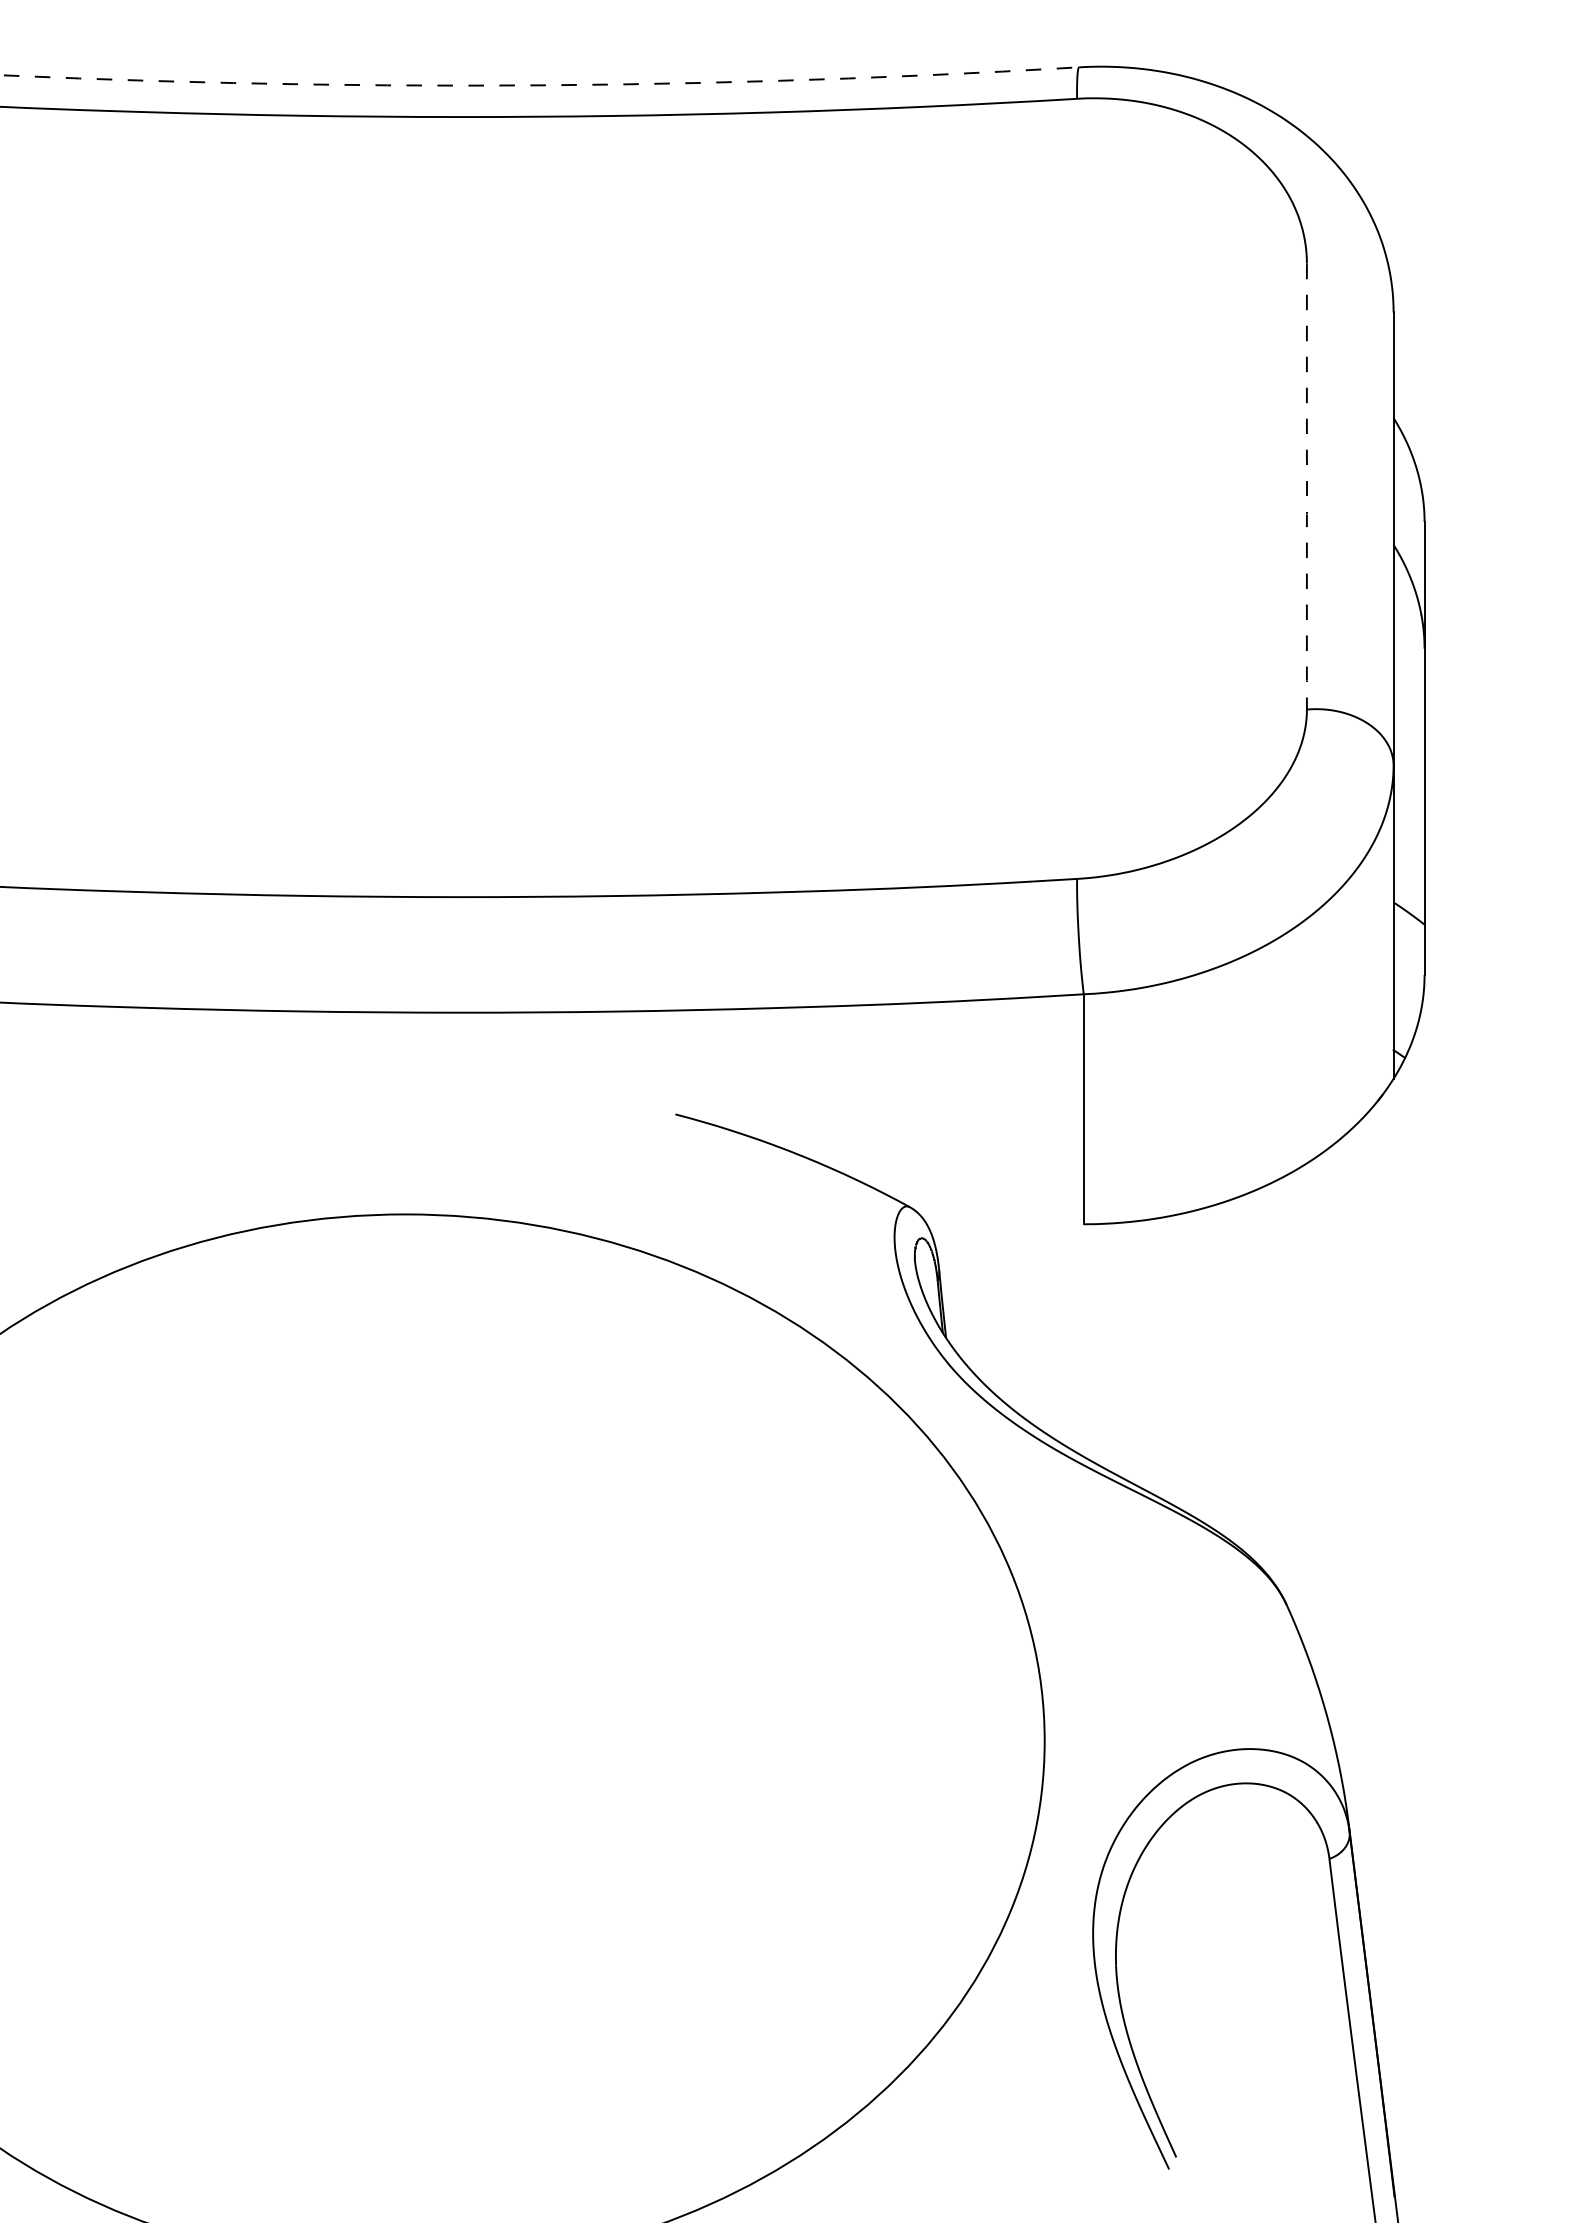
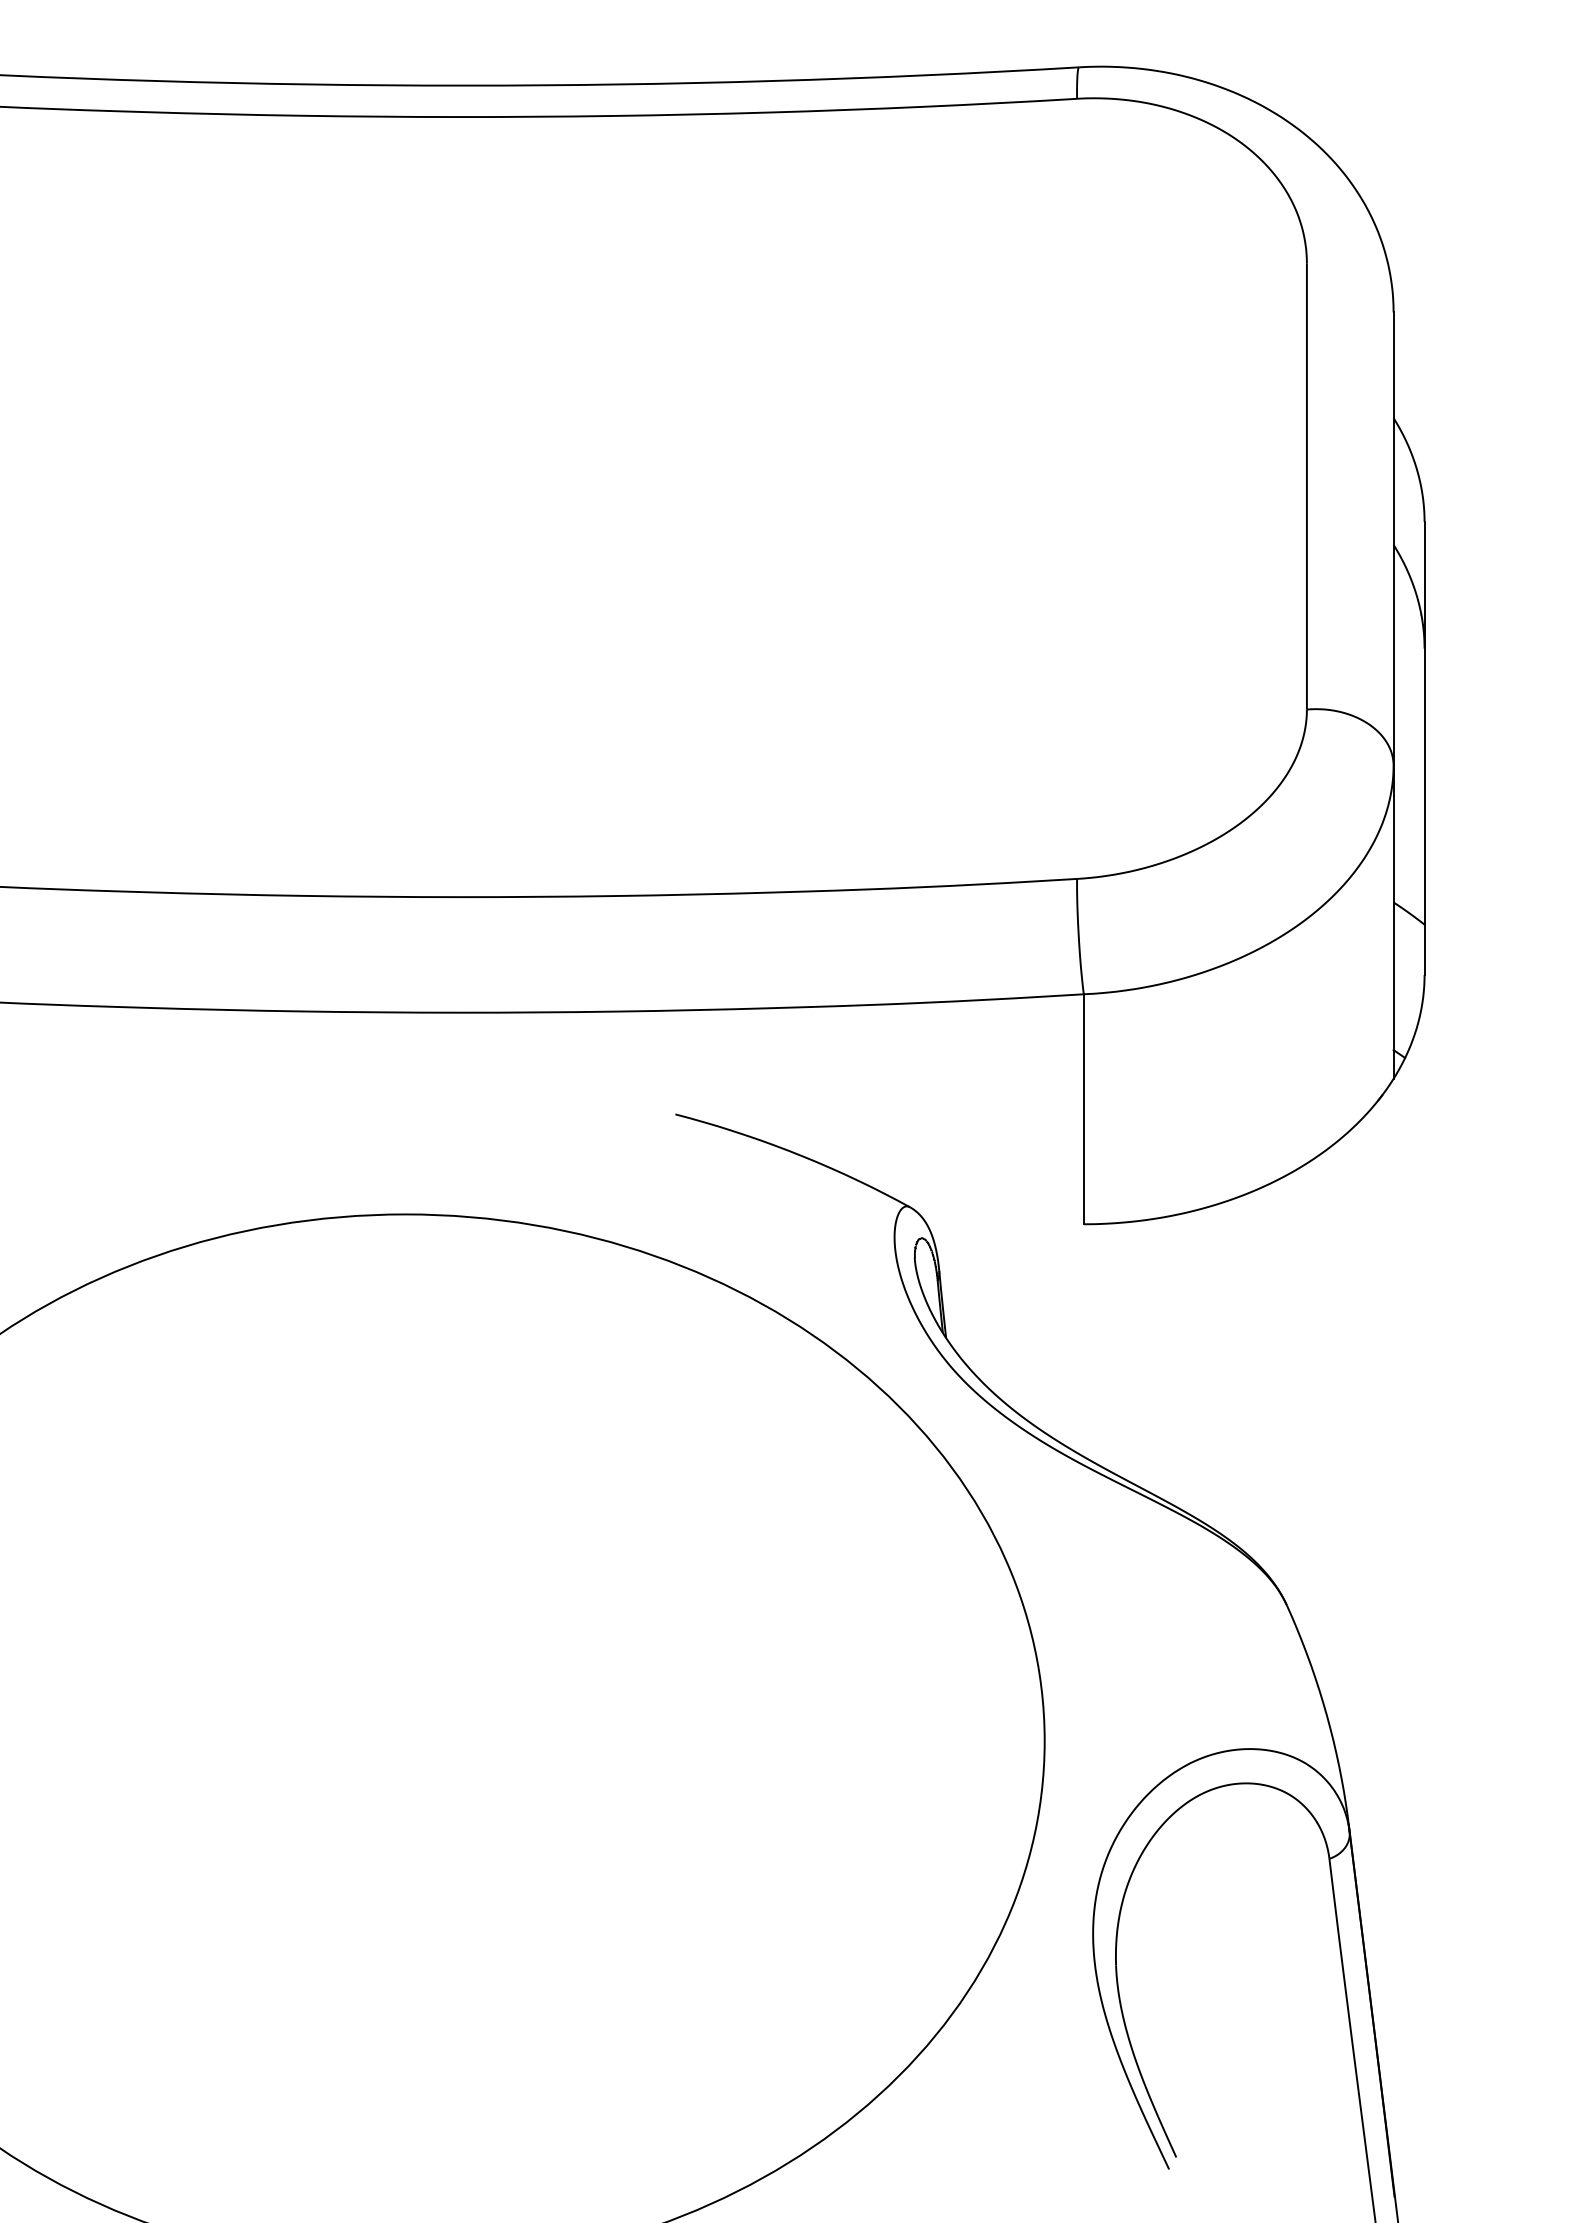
line at (540, 85): dashed -> solid
line at (1306, 486): dashed -> solid
